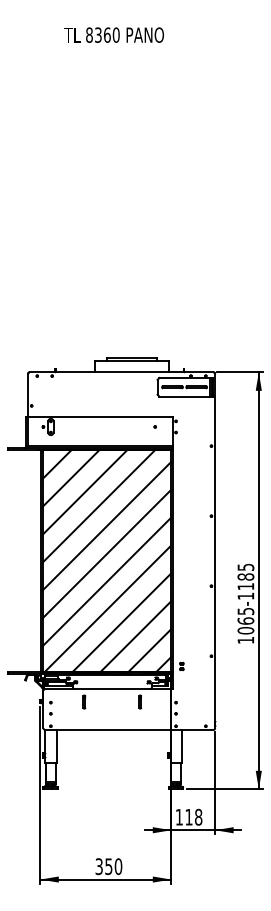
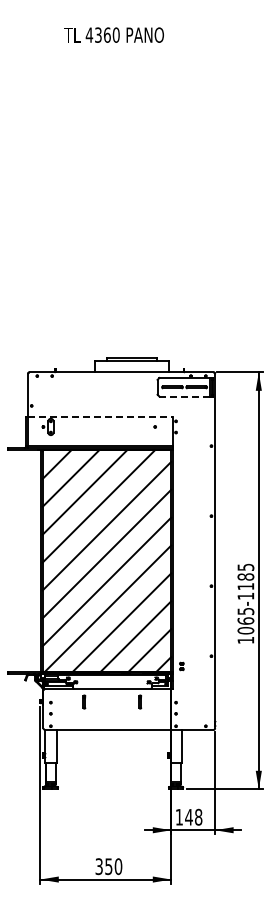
text at (89, 34): 8360 -> 4360
line at (185, 396): solid -> dashed
line at (100, 416): solid -> dashed
text at (188, 817): 118 -> 148
